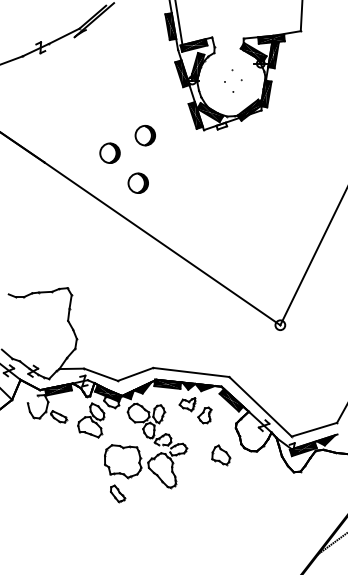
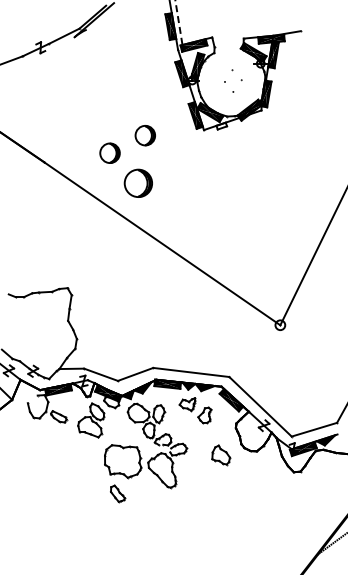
line at (301, 16): present -> none
line at (178, 22): solid -> dashed
part at (137, 182) size: 22x22 px -> 30x30 px
